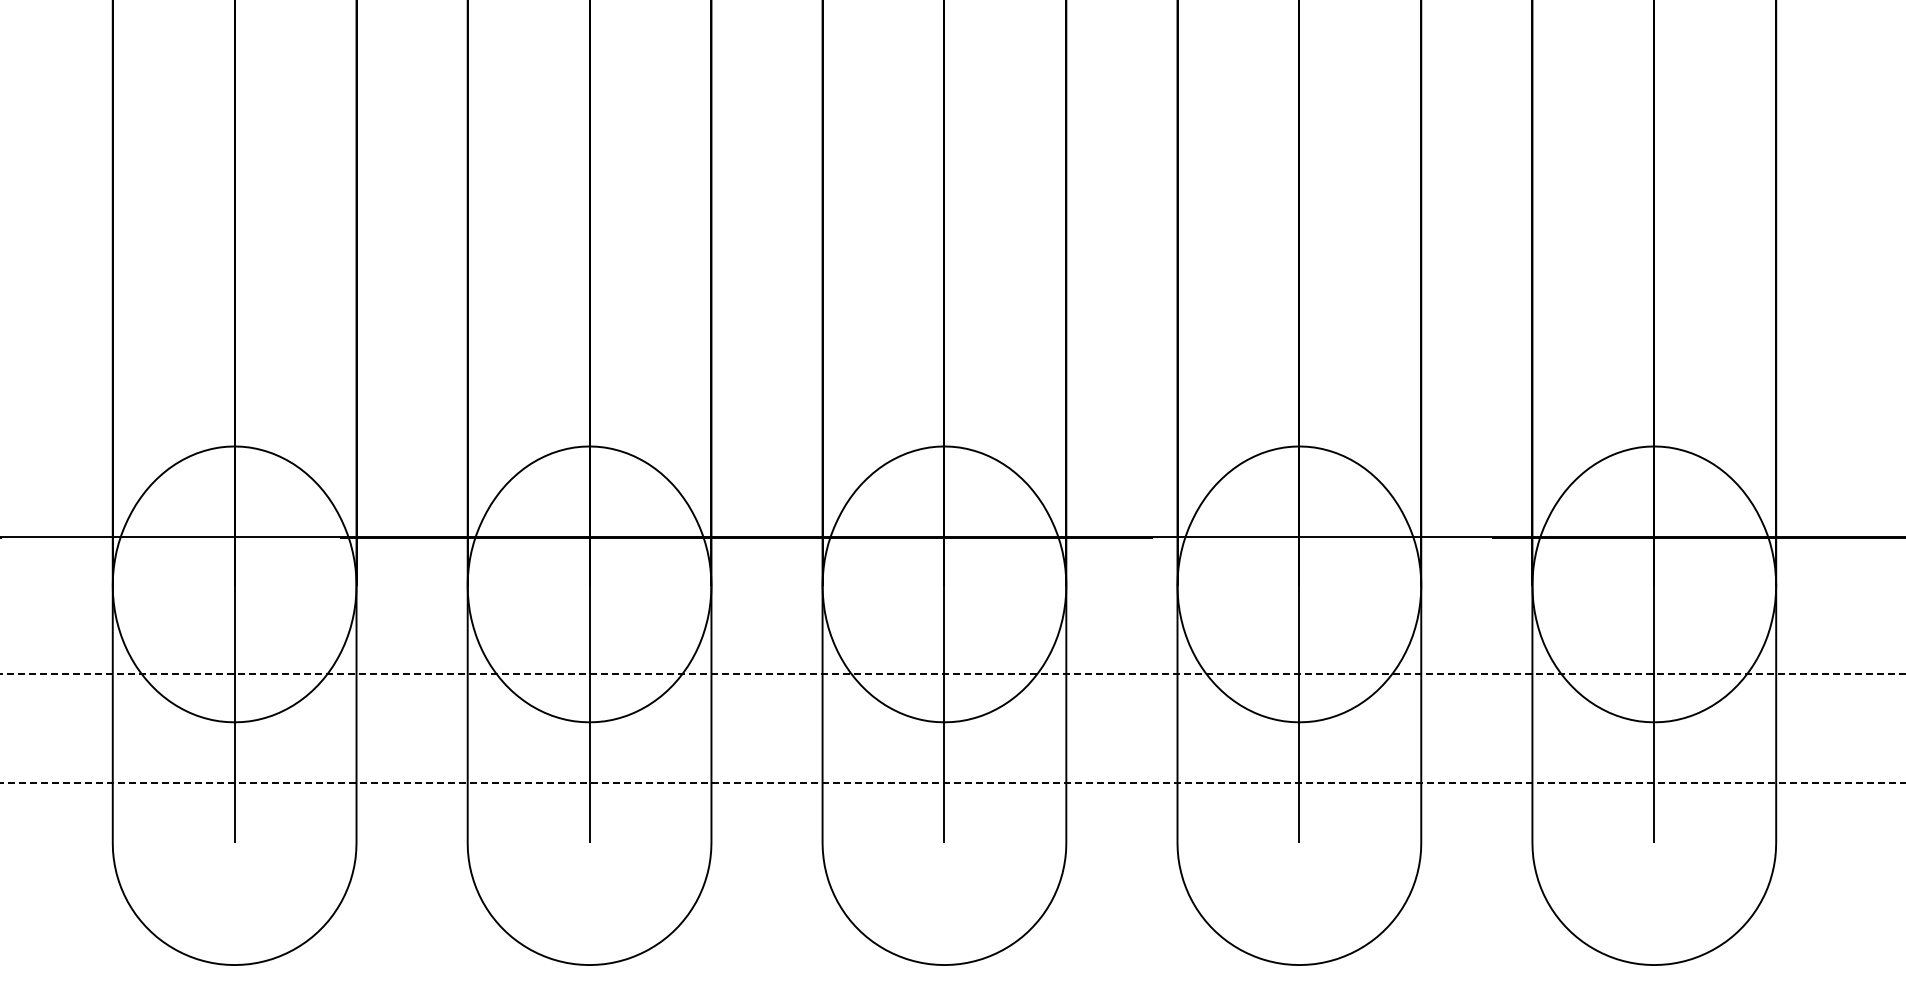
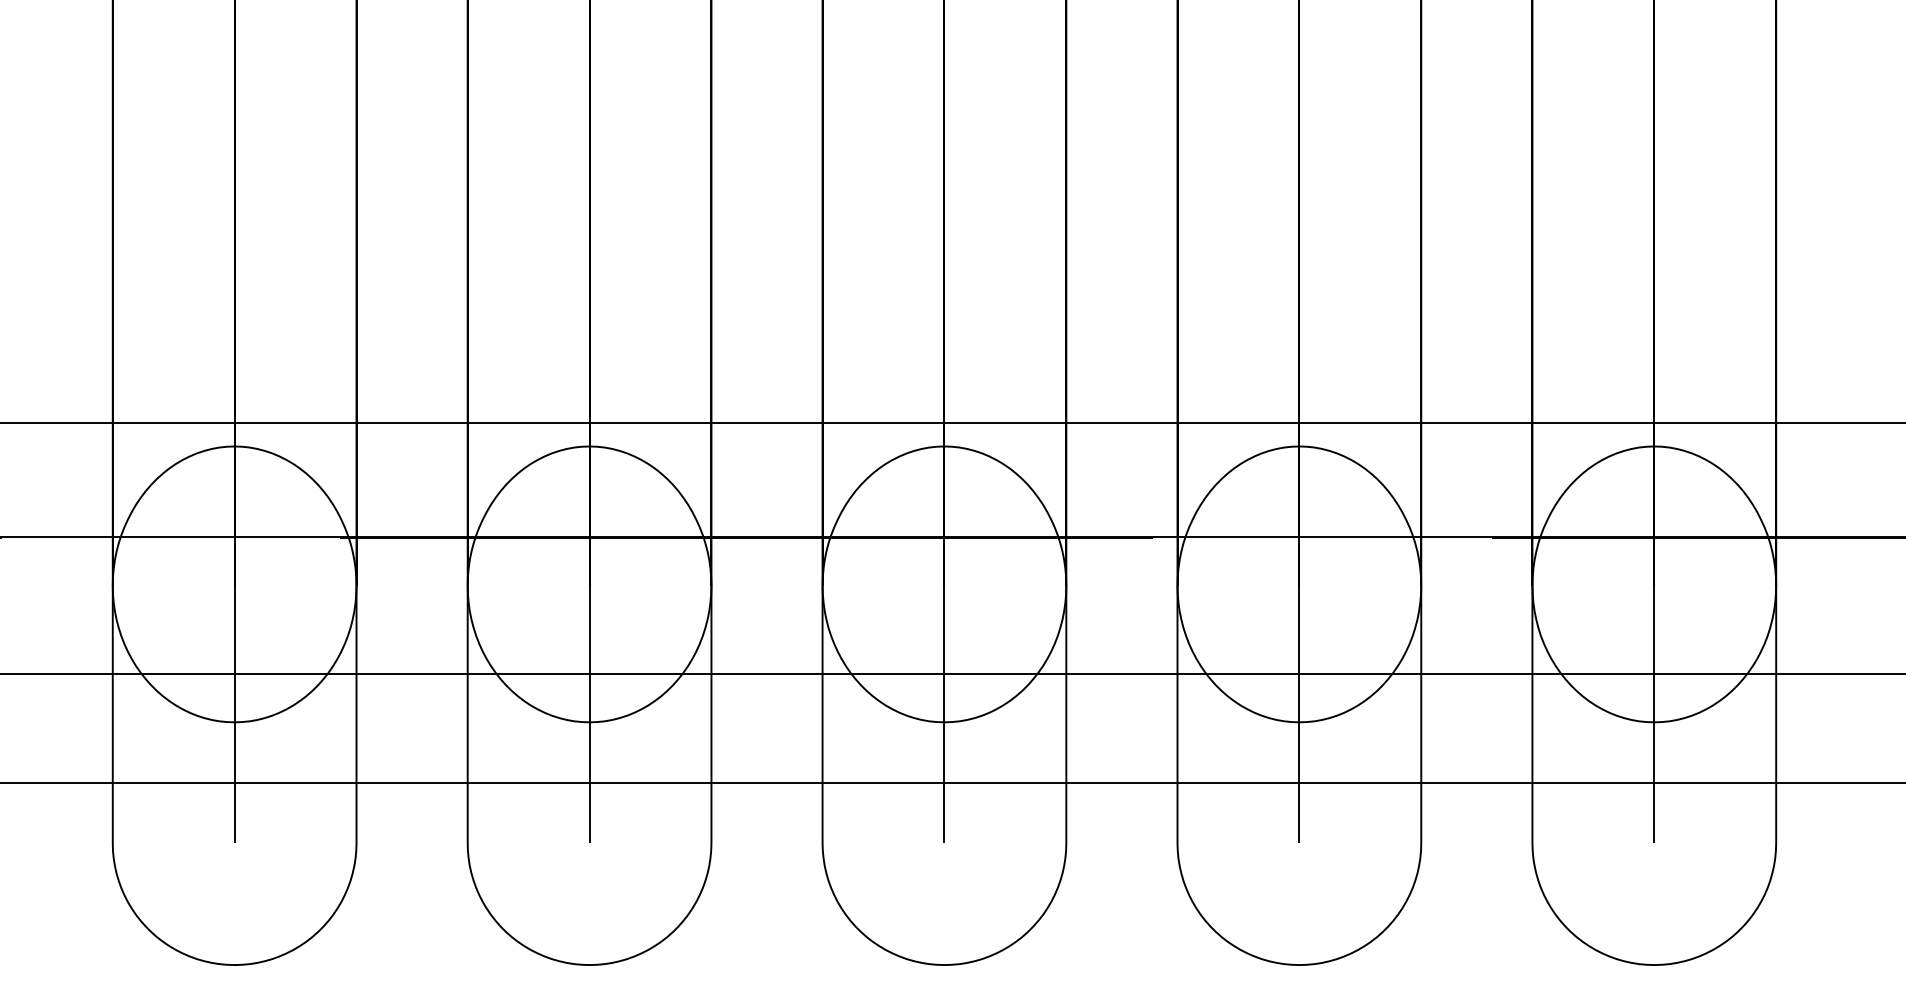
line at (952, 423): none -> present
line at (953, 673): dashed -> solid
line at (952, 783): dashed -> solid
